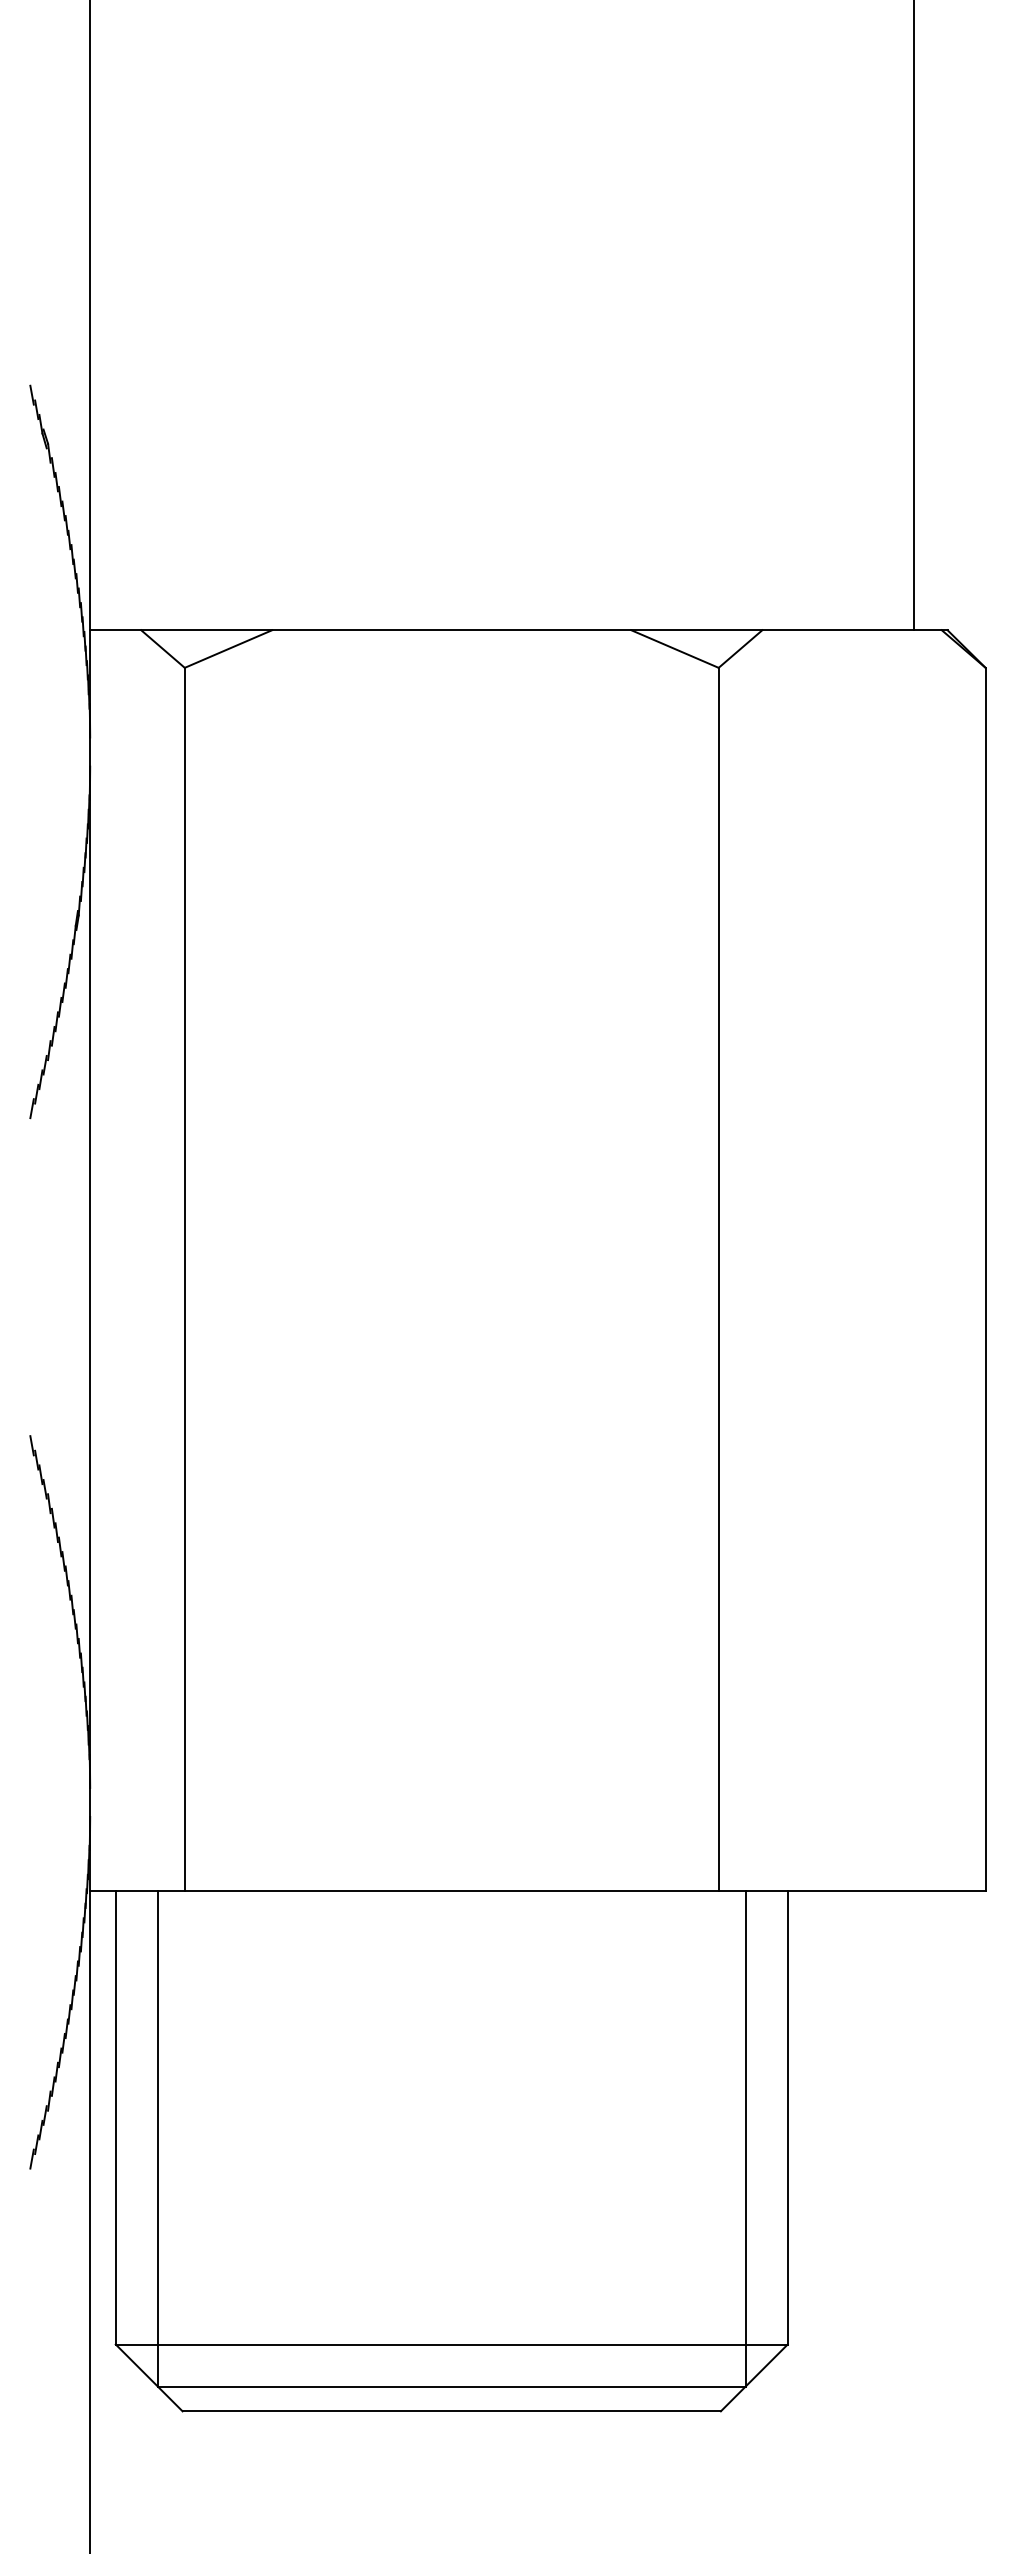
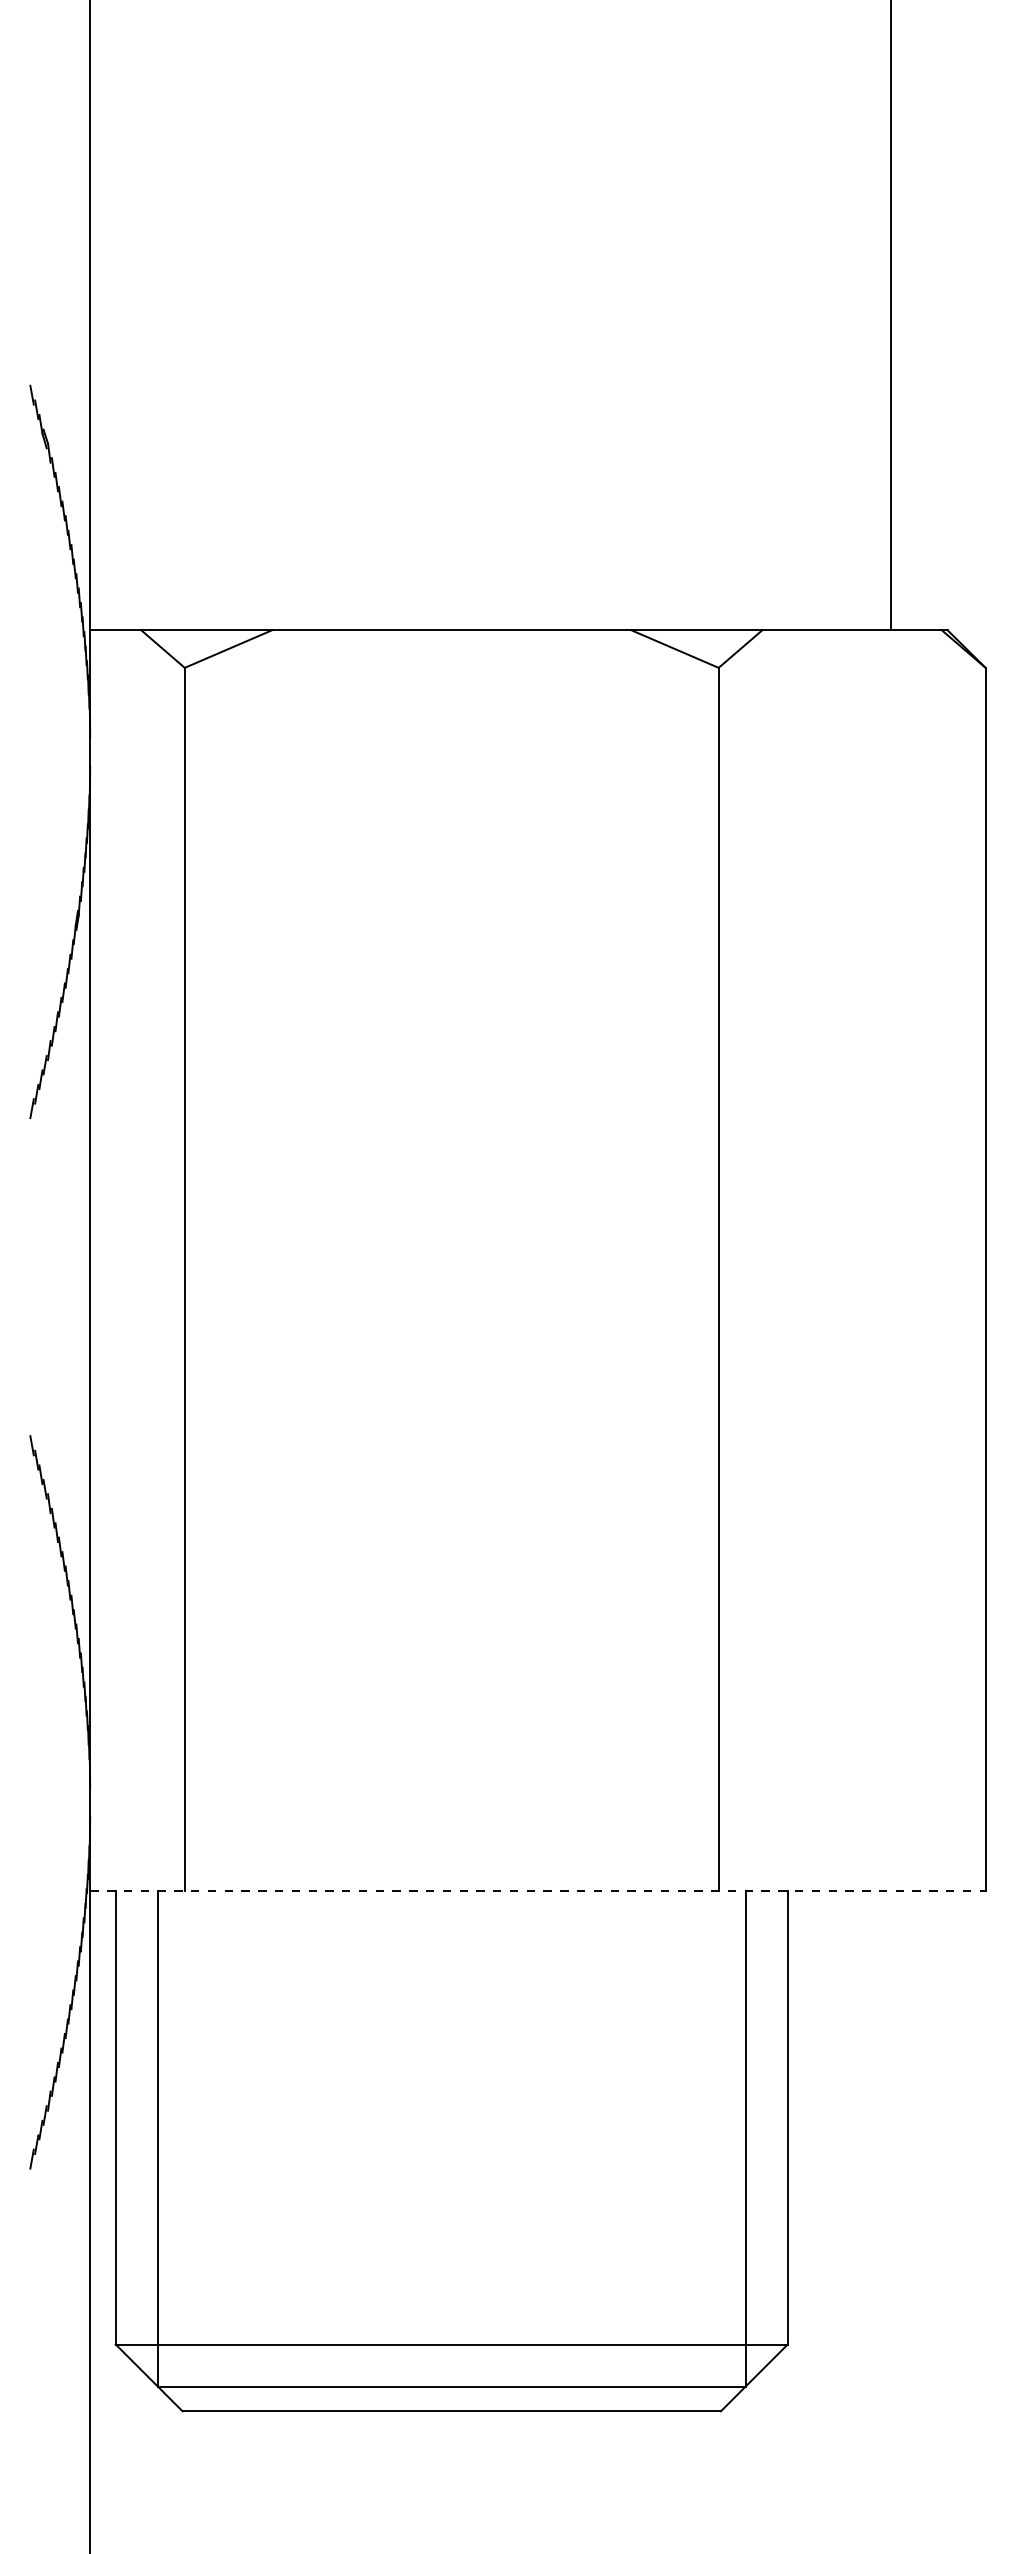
line at (913, 316) position: (913, 316) -> (890, 316)
line at (538, 1890): solid -> dashed
